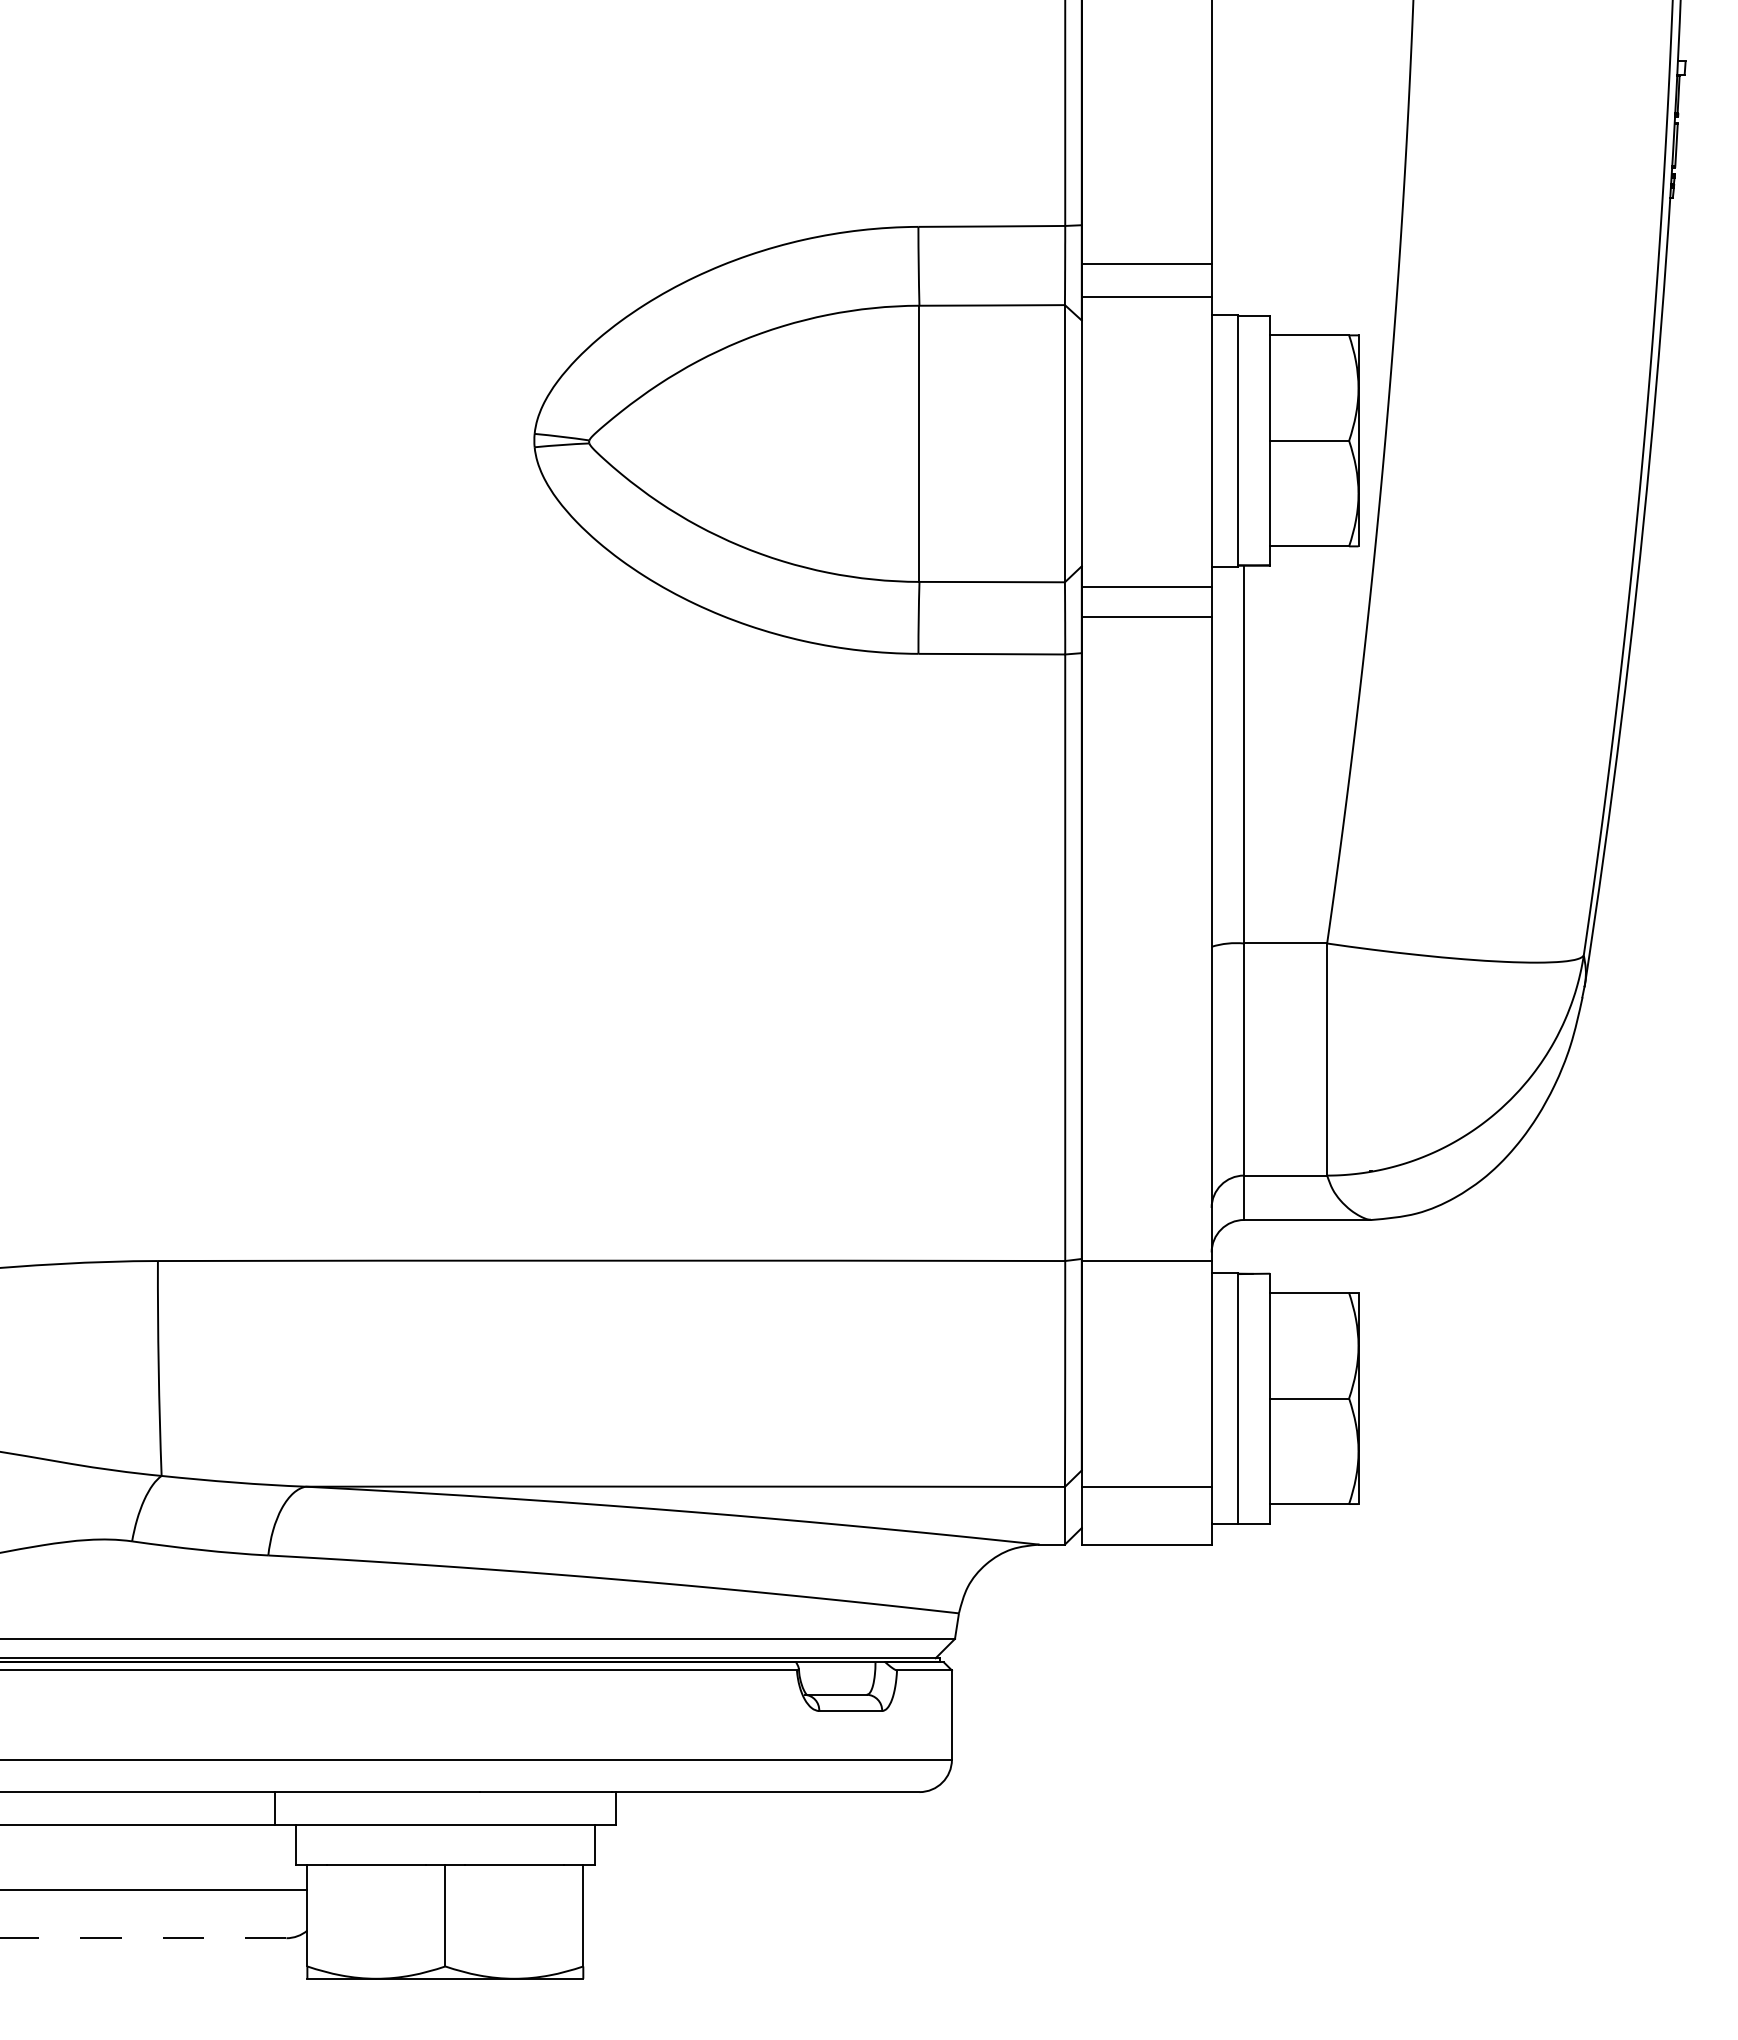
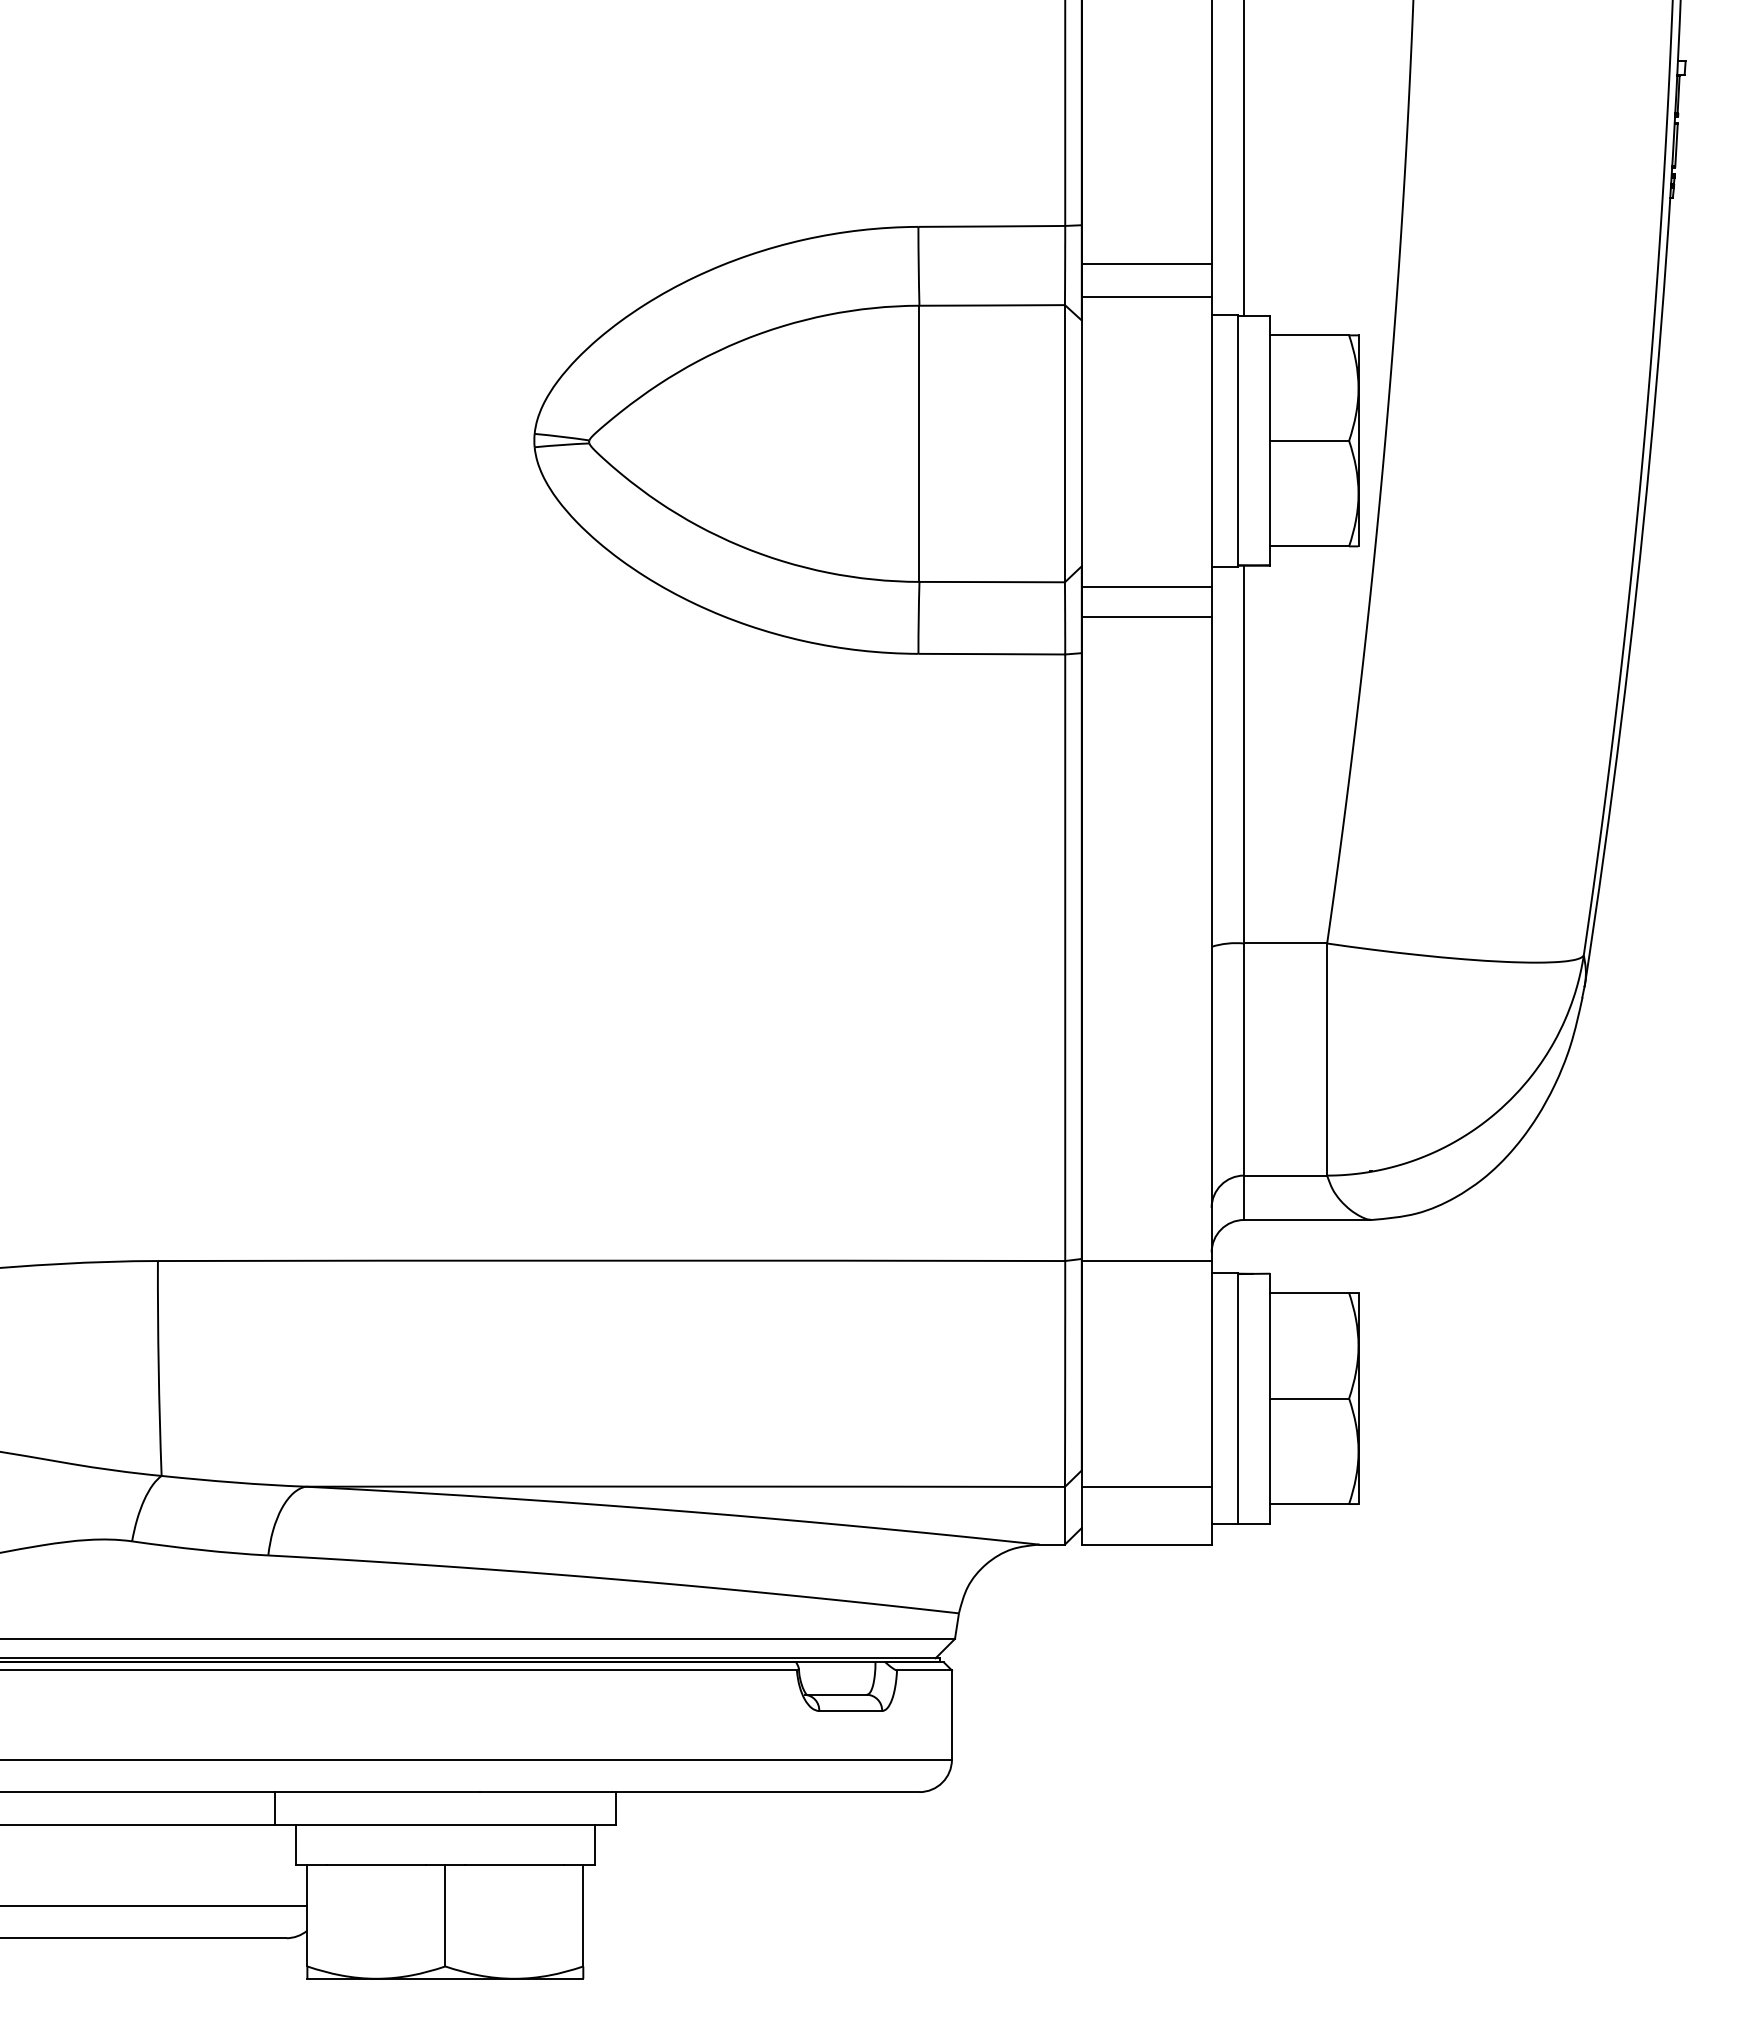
line at (1244, 158): none -> present
line at (154, 1889) position: (154, 1889) -> (154, 1905)
line at (143, 1938): dashed -> solid
